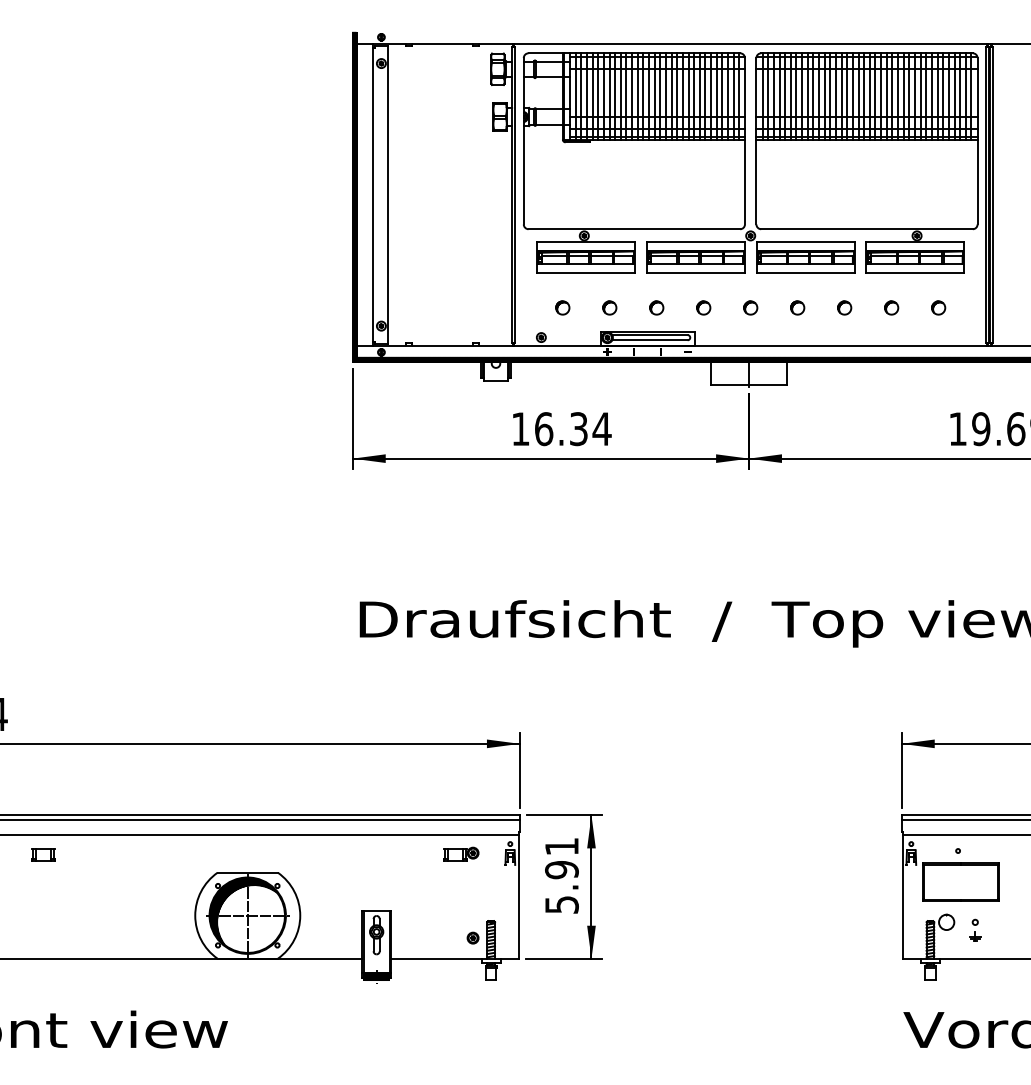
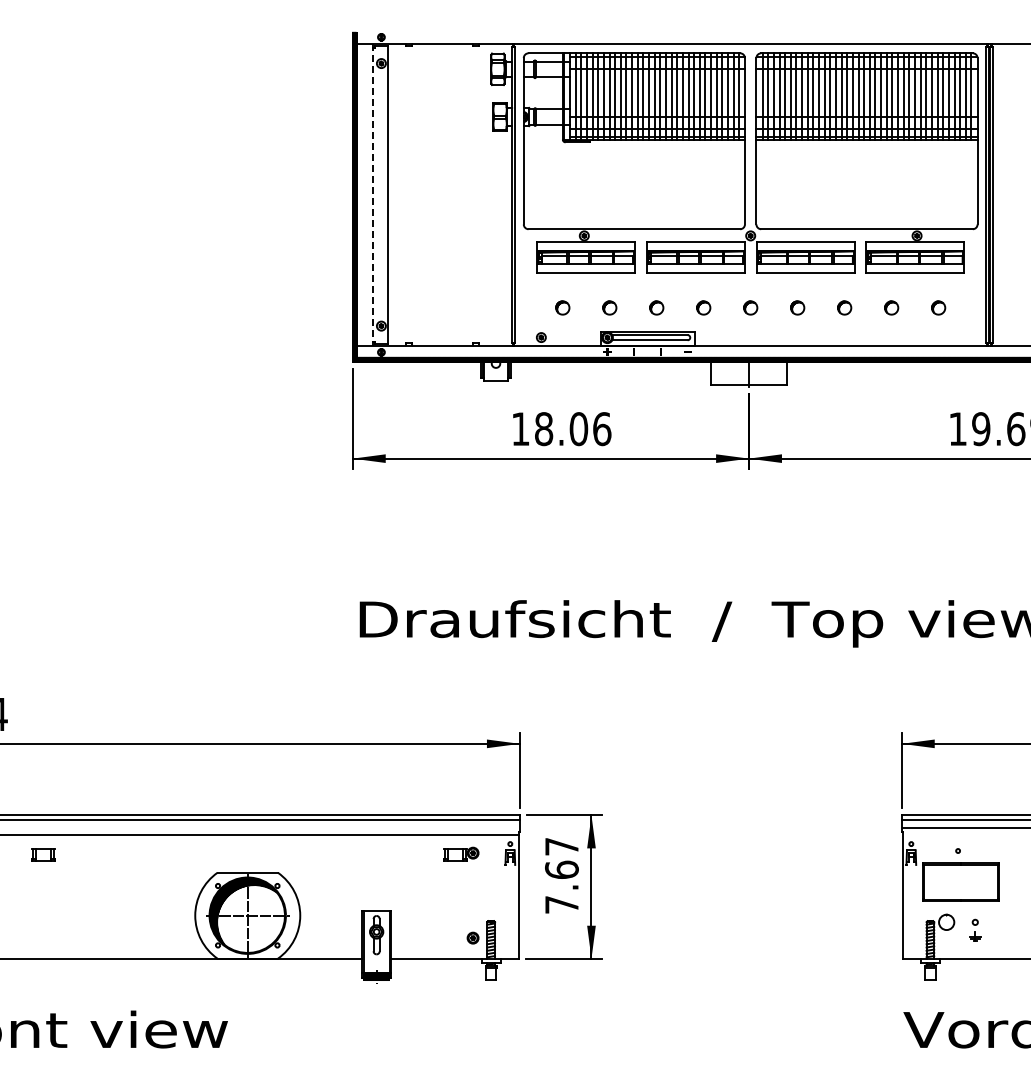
line at (372, 194): solid -> dashed
text at (573, 429): 16.34 -> 18.06
line at (964, 834) position: (964, 834) -> (964, 827)
text at (561, 875): 5.91 -> 7.67
